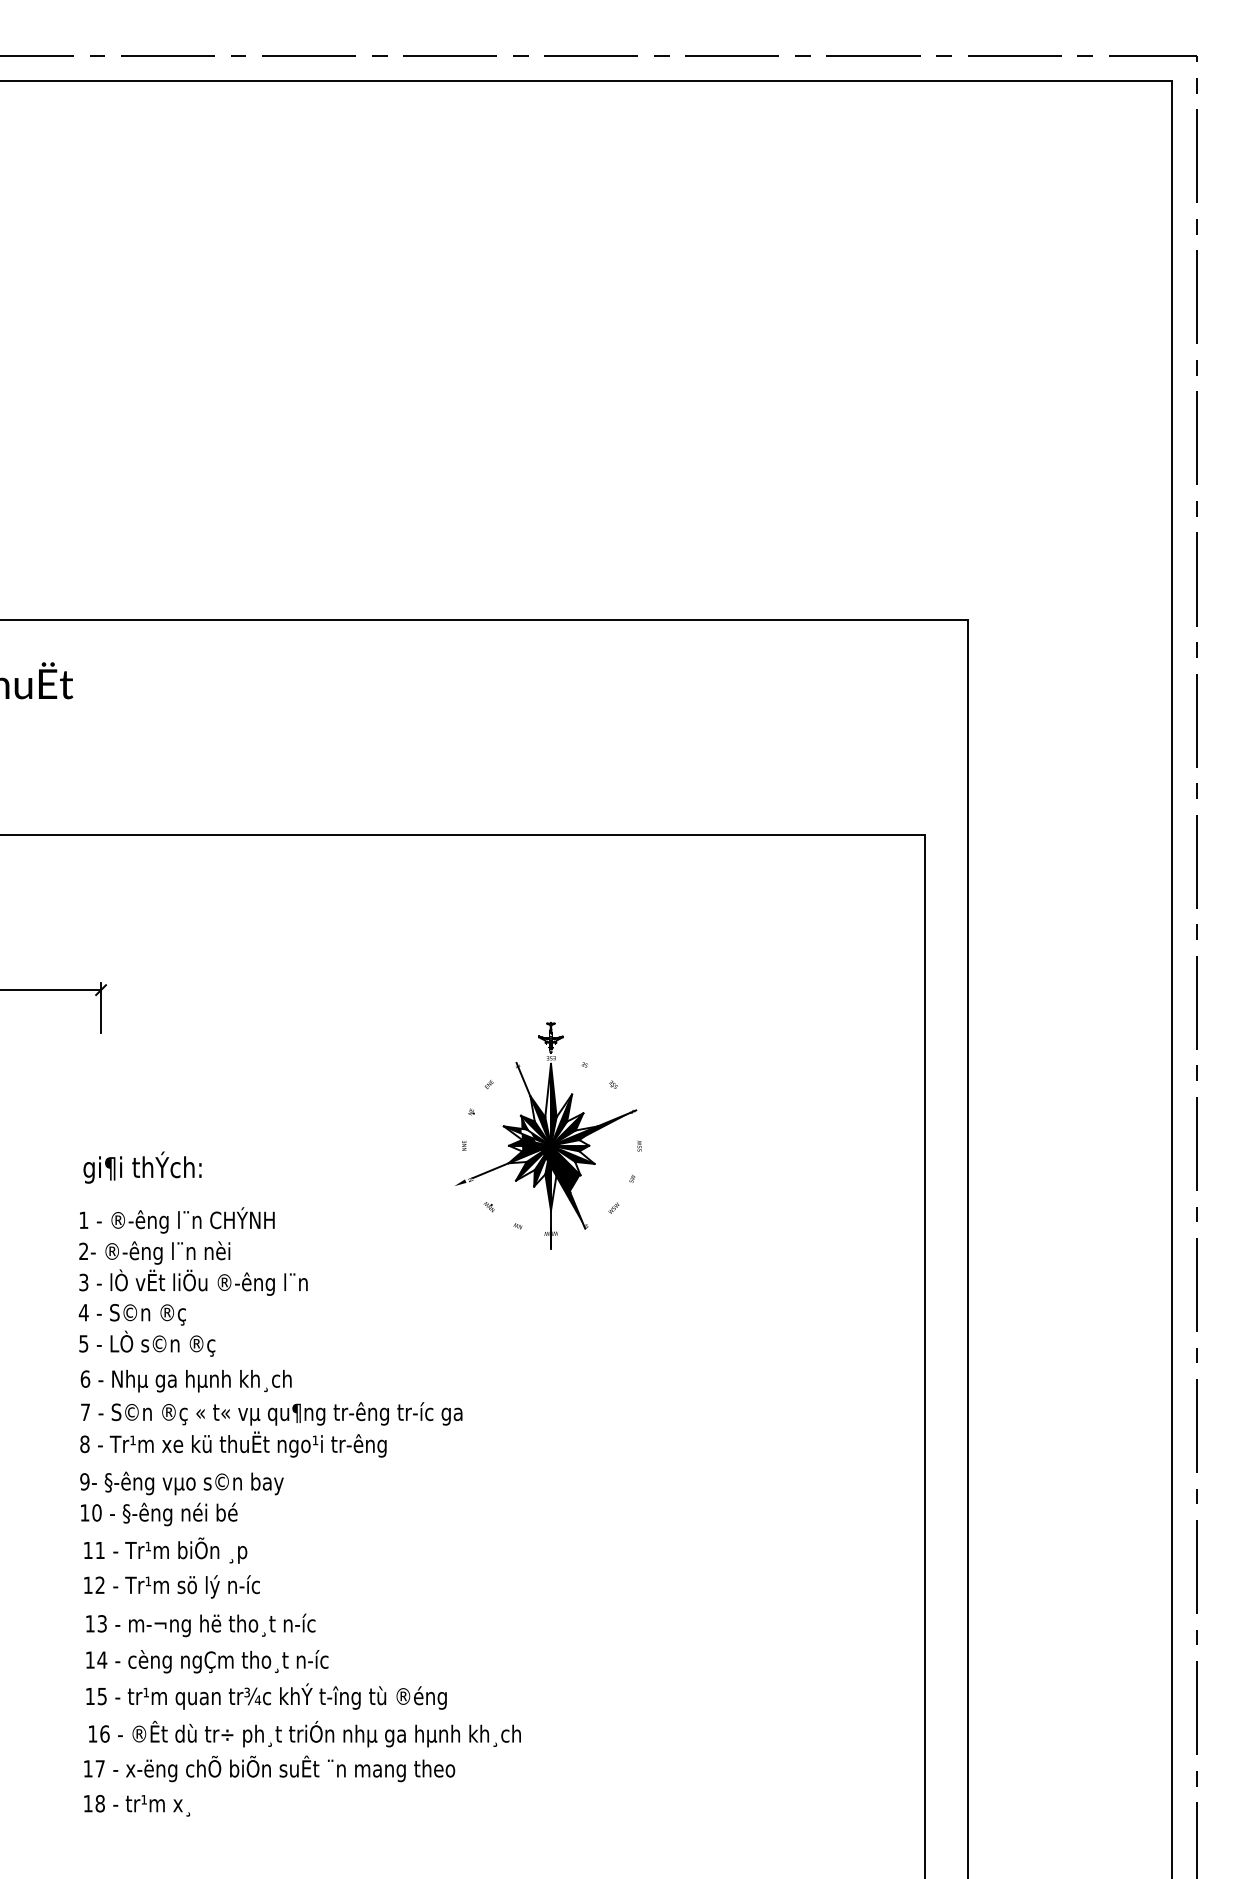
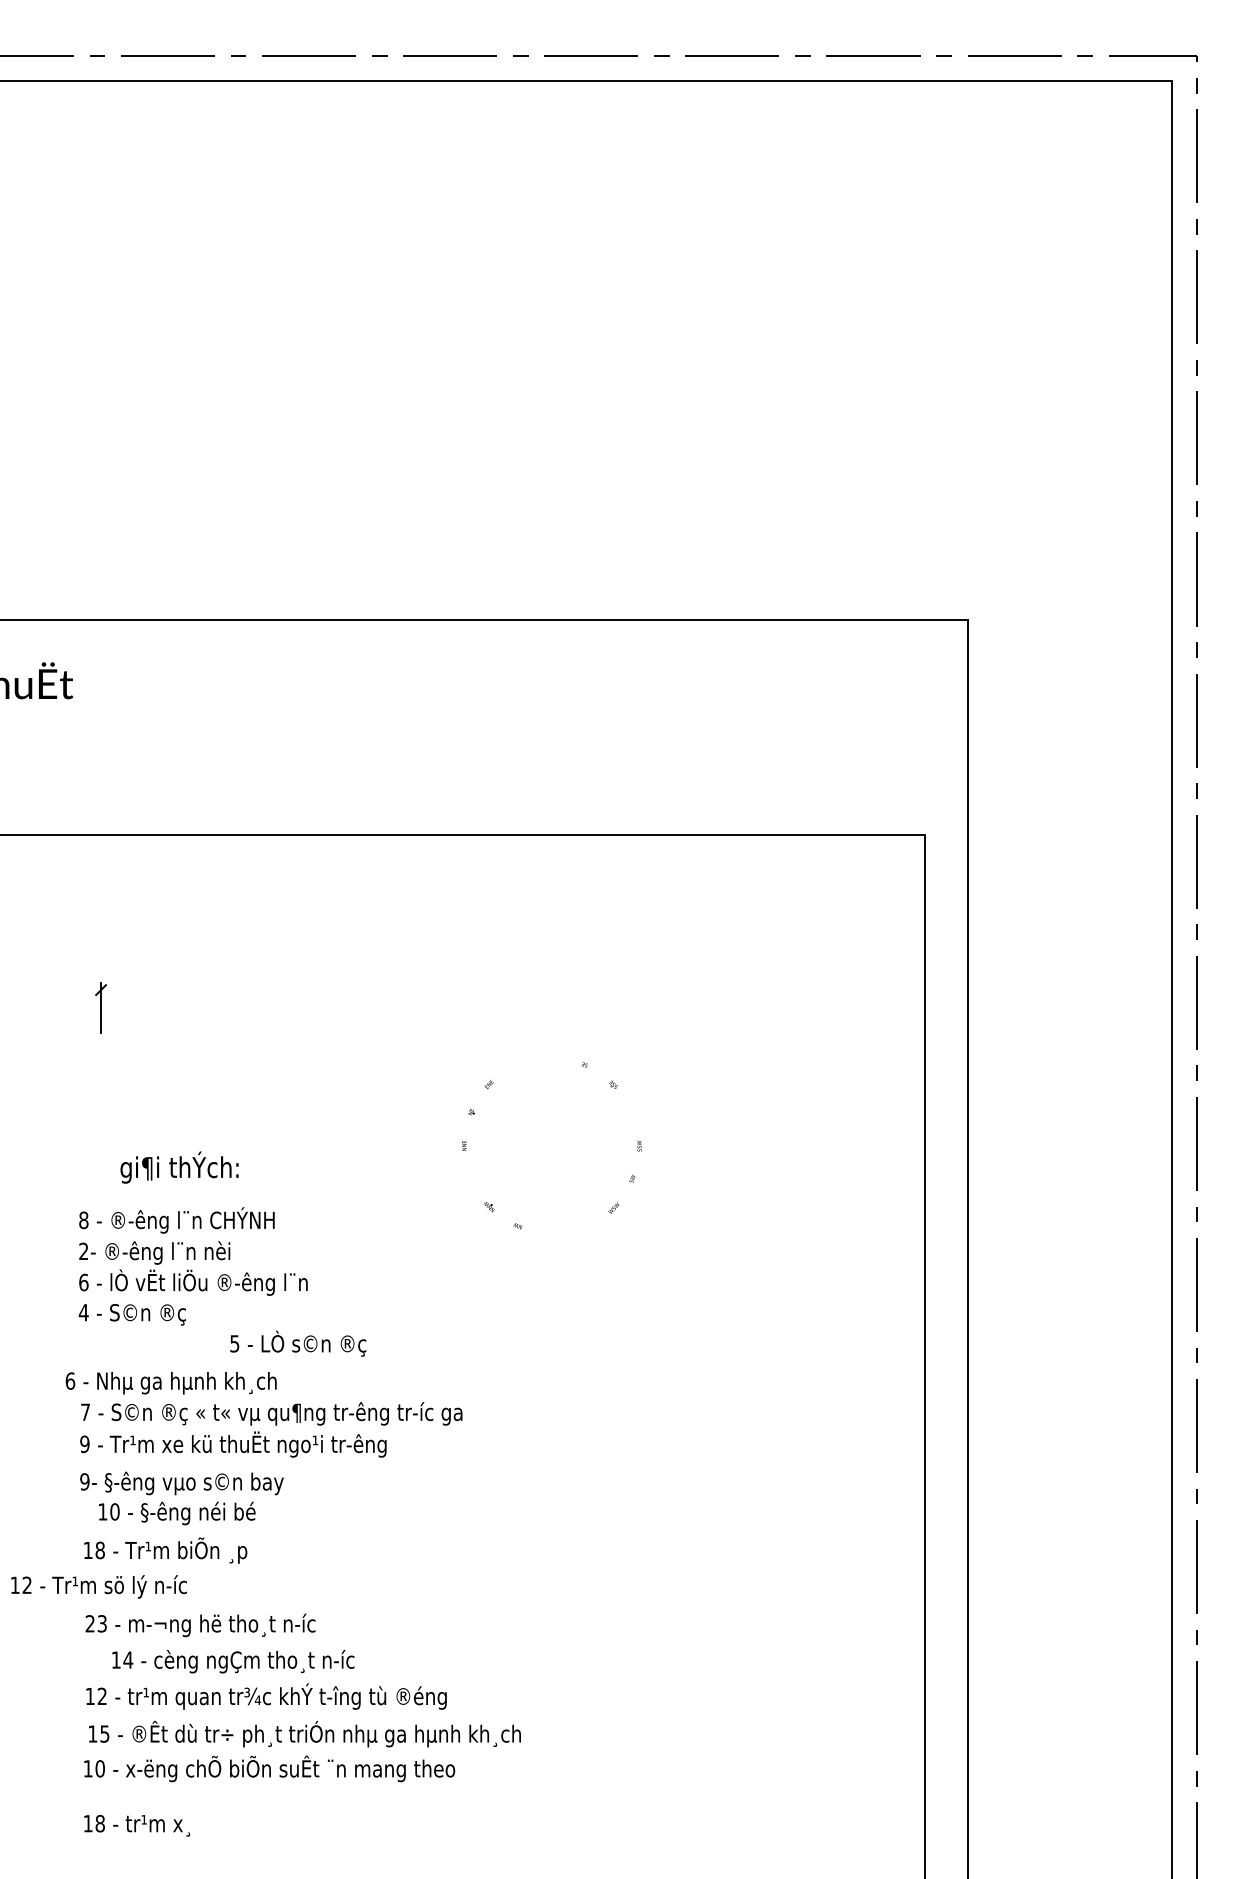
line at (51, 990): present -> none
part at (546, 1135): present -> none
text at (142, 1167) position: (142, 1167) -> (179, 1167)
text at (83, 1220): 1 -> 8
text at (83, 1282): 3 -> 6
text at (147, 1343) position: (147, 1343) -> (298, 1343)
text at (185, 1381) position: (185, 1381) -> (170, 1383)
text at (84, 1444): 8 -> 9
text at (159, 1514) position: (159, 1514) -> (177, 1513)
text at (99, 1550): 11 -> 18
text at (171, 1586) position: (171, 1586) -> (98, 1586)
text at (89, 1623): 13 -> 23
text at (207, 1661) position: (207, 1661) -> (233, 1661)
text at (101, 1696): 15 -> 12
text at (104, 1733): 16 -> 15
text at (99, 1768): 17 -> 10
text at (137, 1805) position: (137, 1805) -> (137, 1825)
